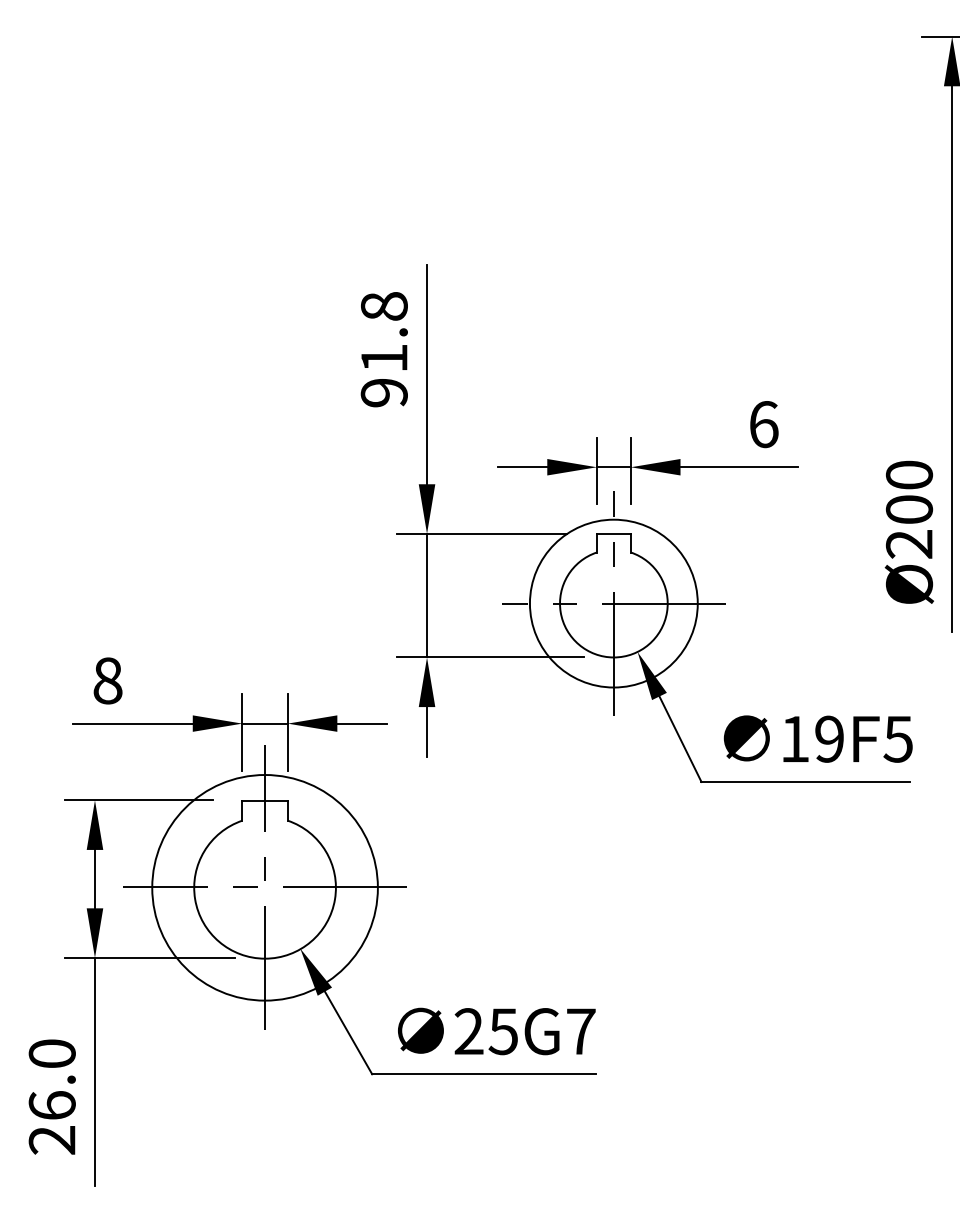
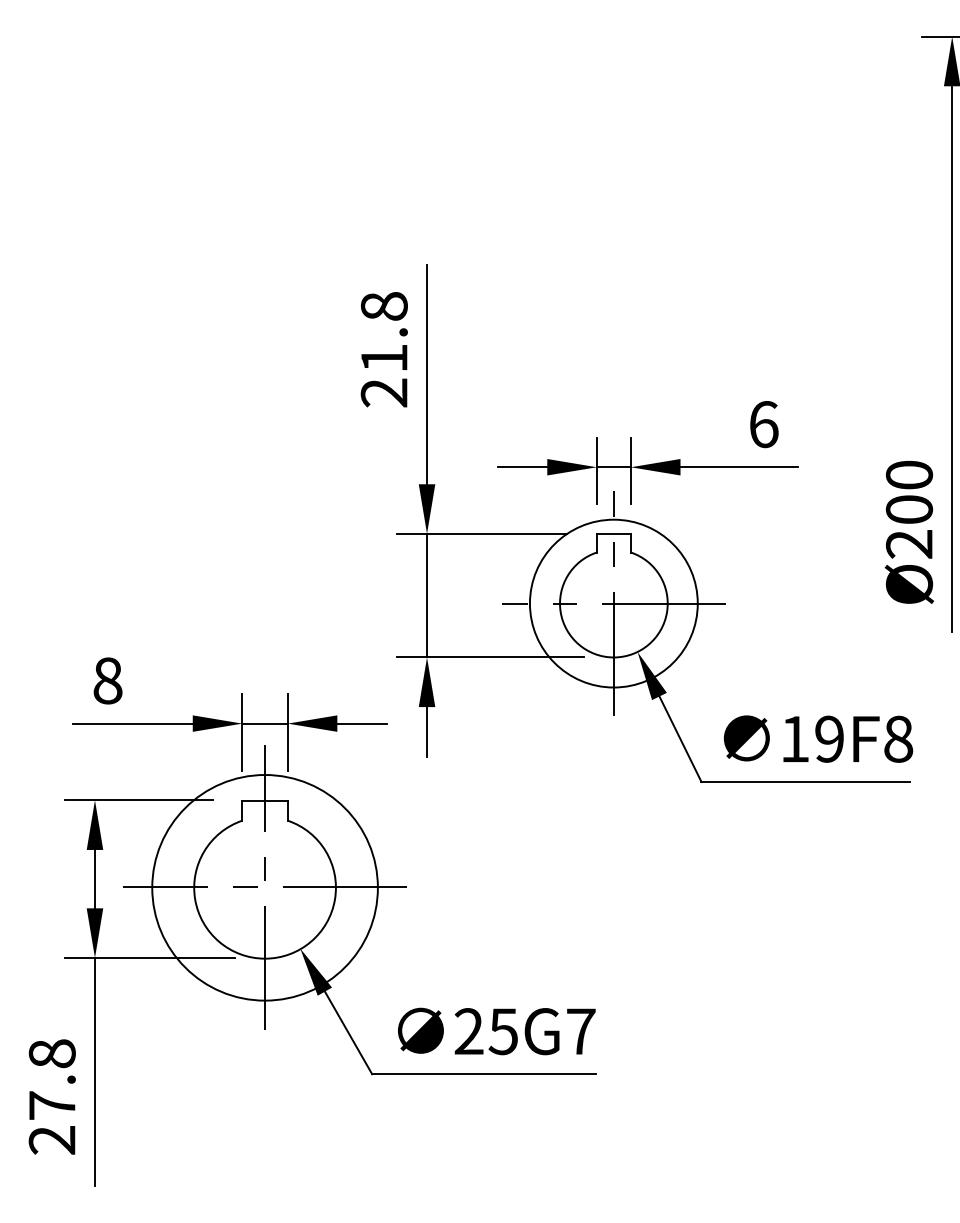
text at (384, 392): 91.8 -> 21.8
text at (898, 738): 19F5 -> 19F8
text at (51, 1079): 26.0 -> 27.8
